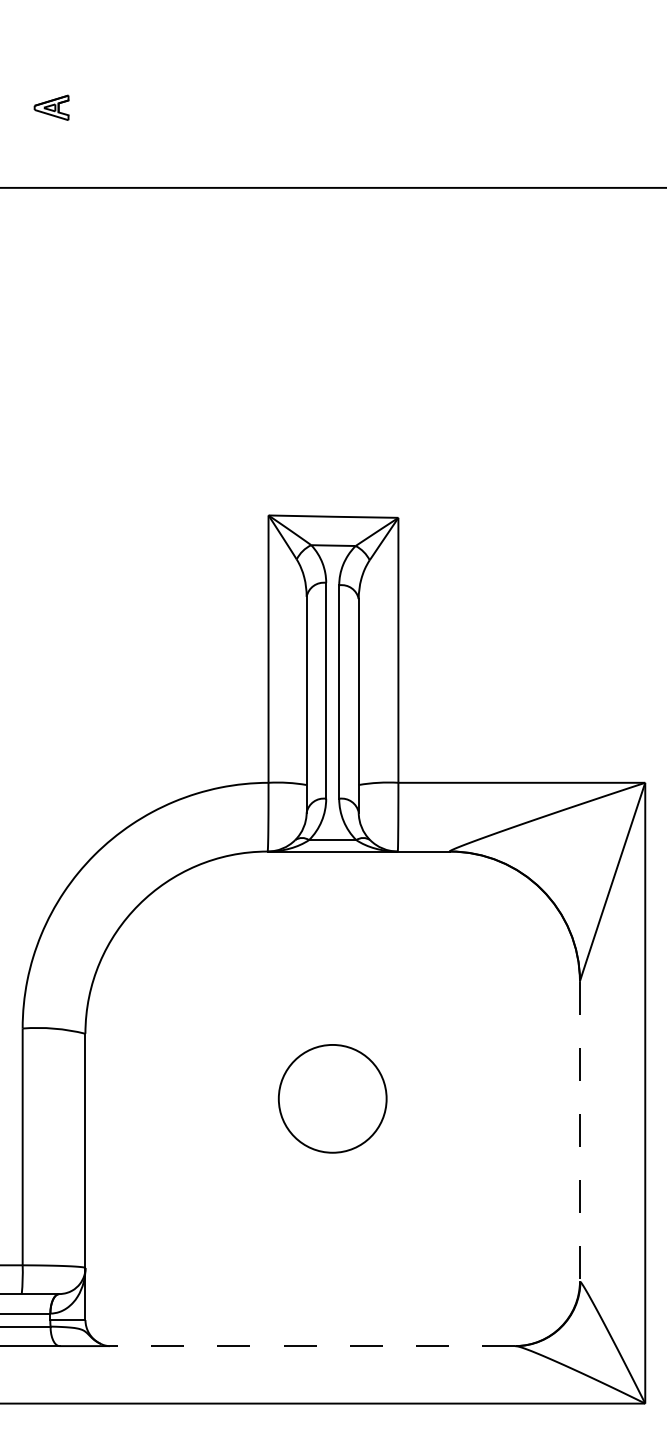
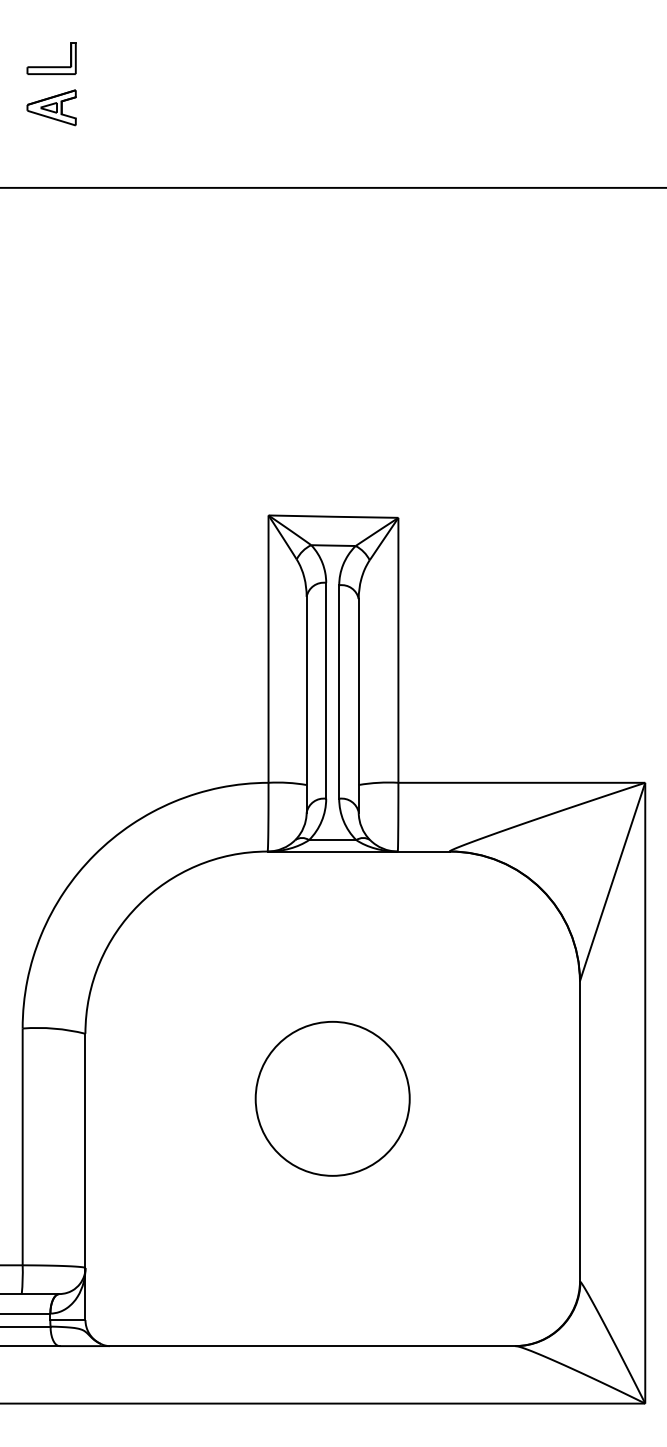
part at (51, 66): none -> present
part at (51, 107) size: 37x27 px -> 51x38 px
circle at (332, 1098) diameter: 108 px -> 154 px
line at (579, 1131): dashed -> solid
line at (311, 1346): dashed -> solid
